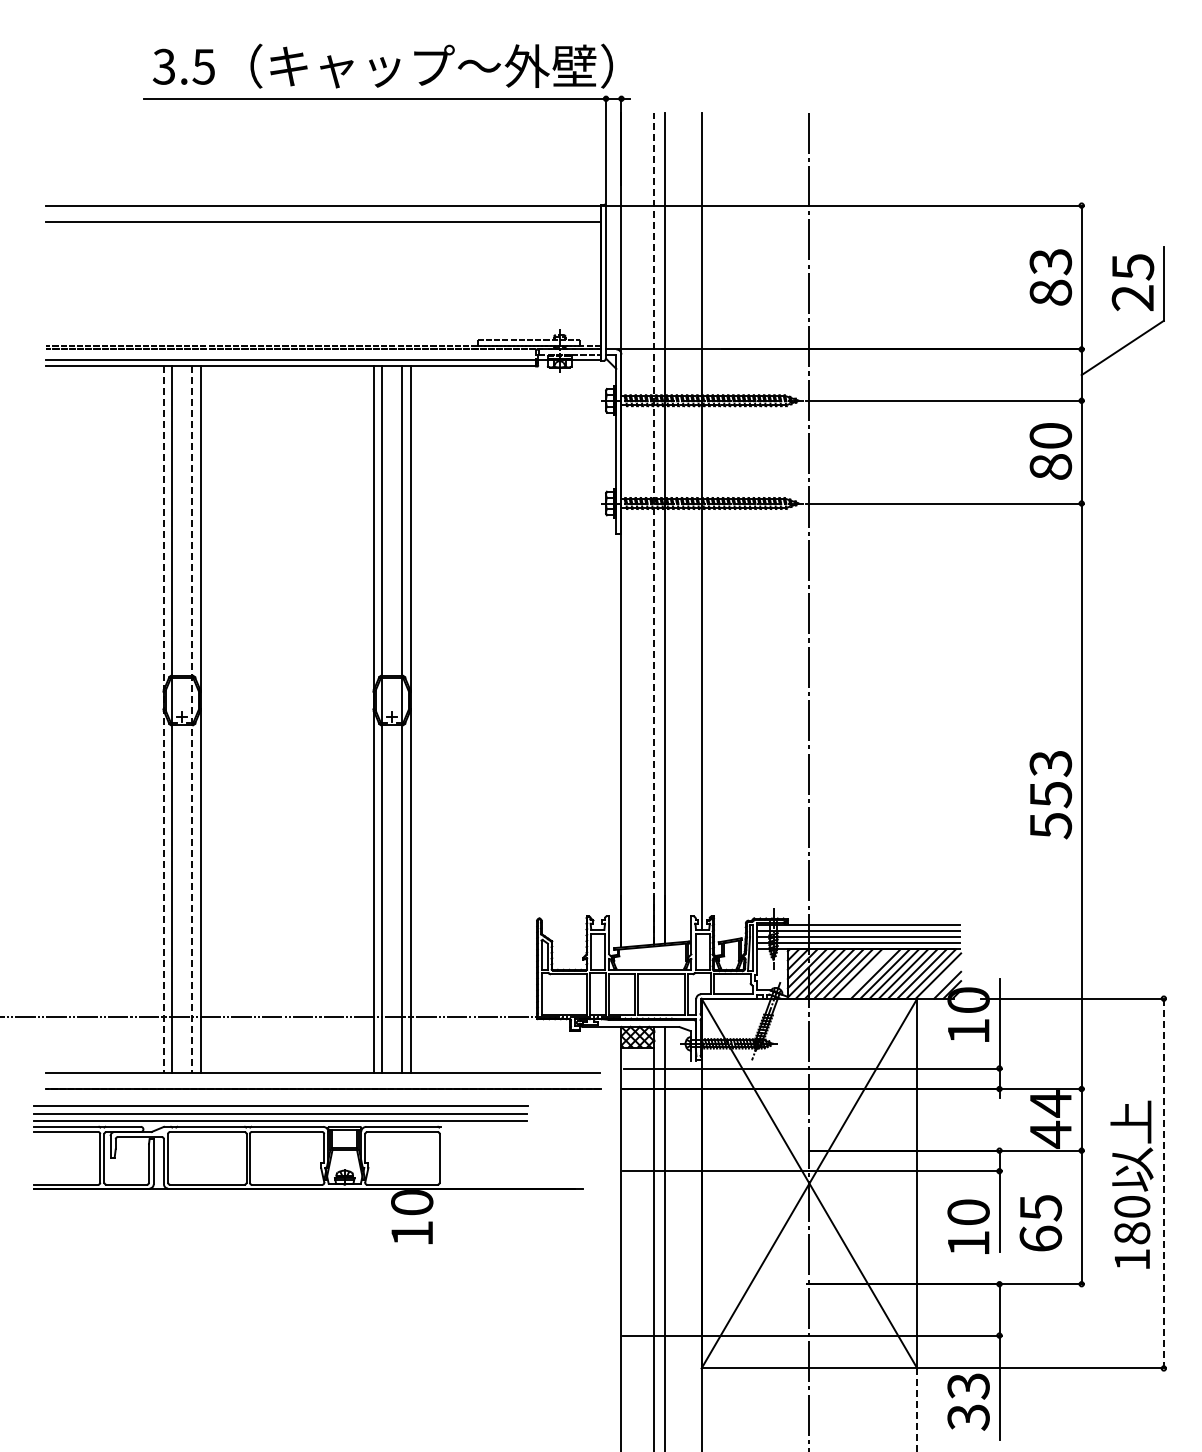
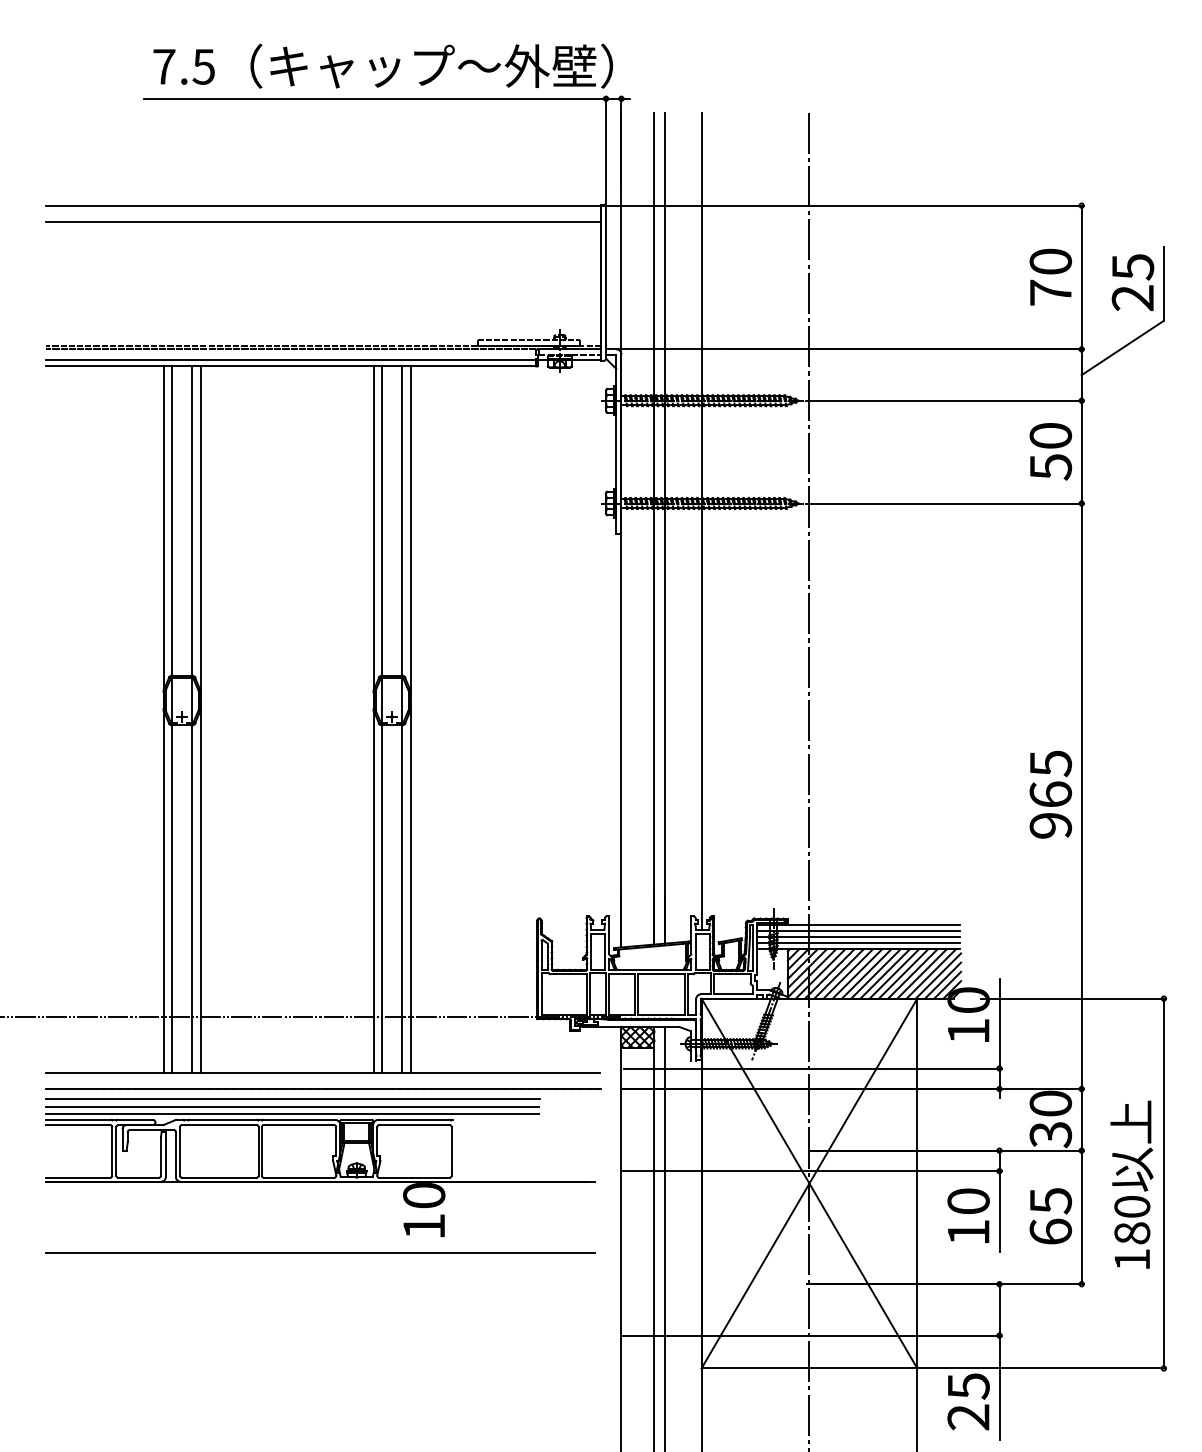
text at (163, 66): 3.5 -> 7.5
text at (1050, 276): 83 -> 70
text at (1050, 467): 80 -> 50
line at (654, 528): dashed -> solid
line at (163, 719): dashed -> solid
line at (192, 719): dashed -> solid
text at (1050, 794): 553 -> 965
line at (866, 973): none -> present
line at (943, 980): none -> present
text at (1050, 1119): 44 -> 30
part at (308, 1174) position: (308, 1174) -> (320, 1167)
line at (1163, 1183): dashed -> solid
text at (1040, 1223) position: (1040, 1223) -> (1050, 1216)
text at (968, 1226) position: (968, 1226) -> (968, 1215)
line at (320, 1253): none -> present
text at (968, 1401): 33 -> 25
line at (917, 1410): dashed -> solid
